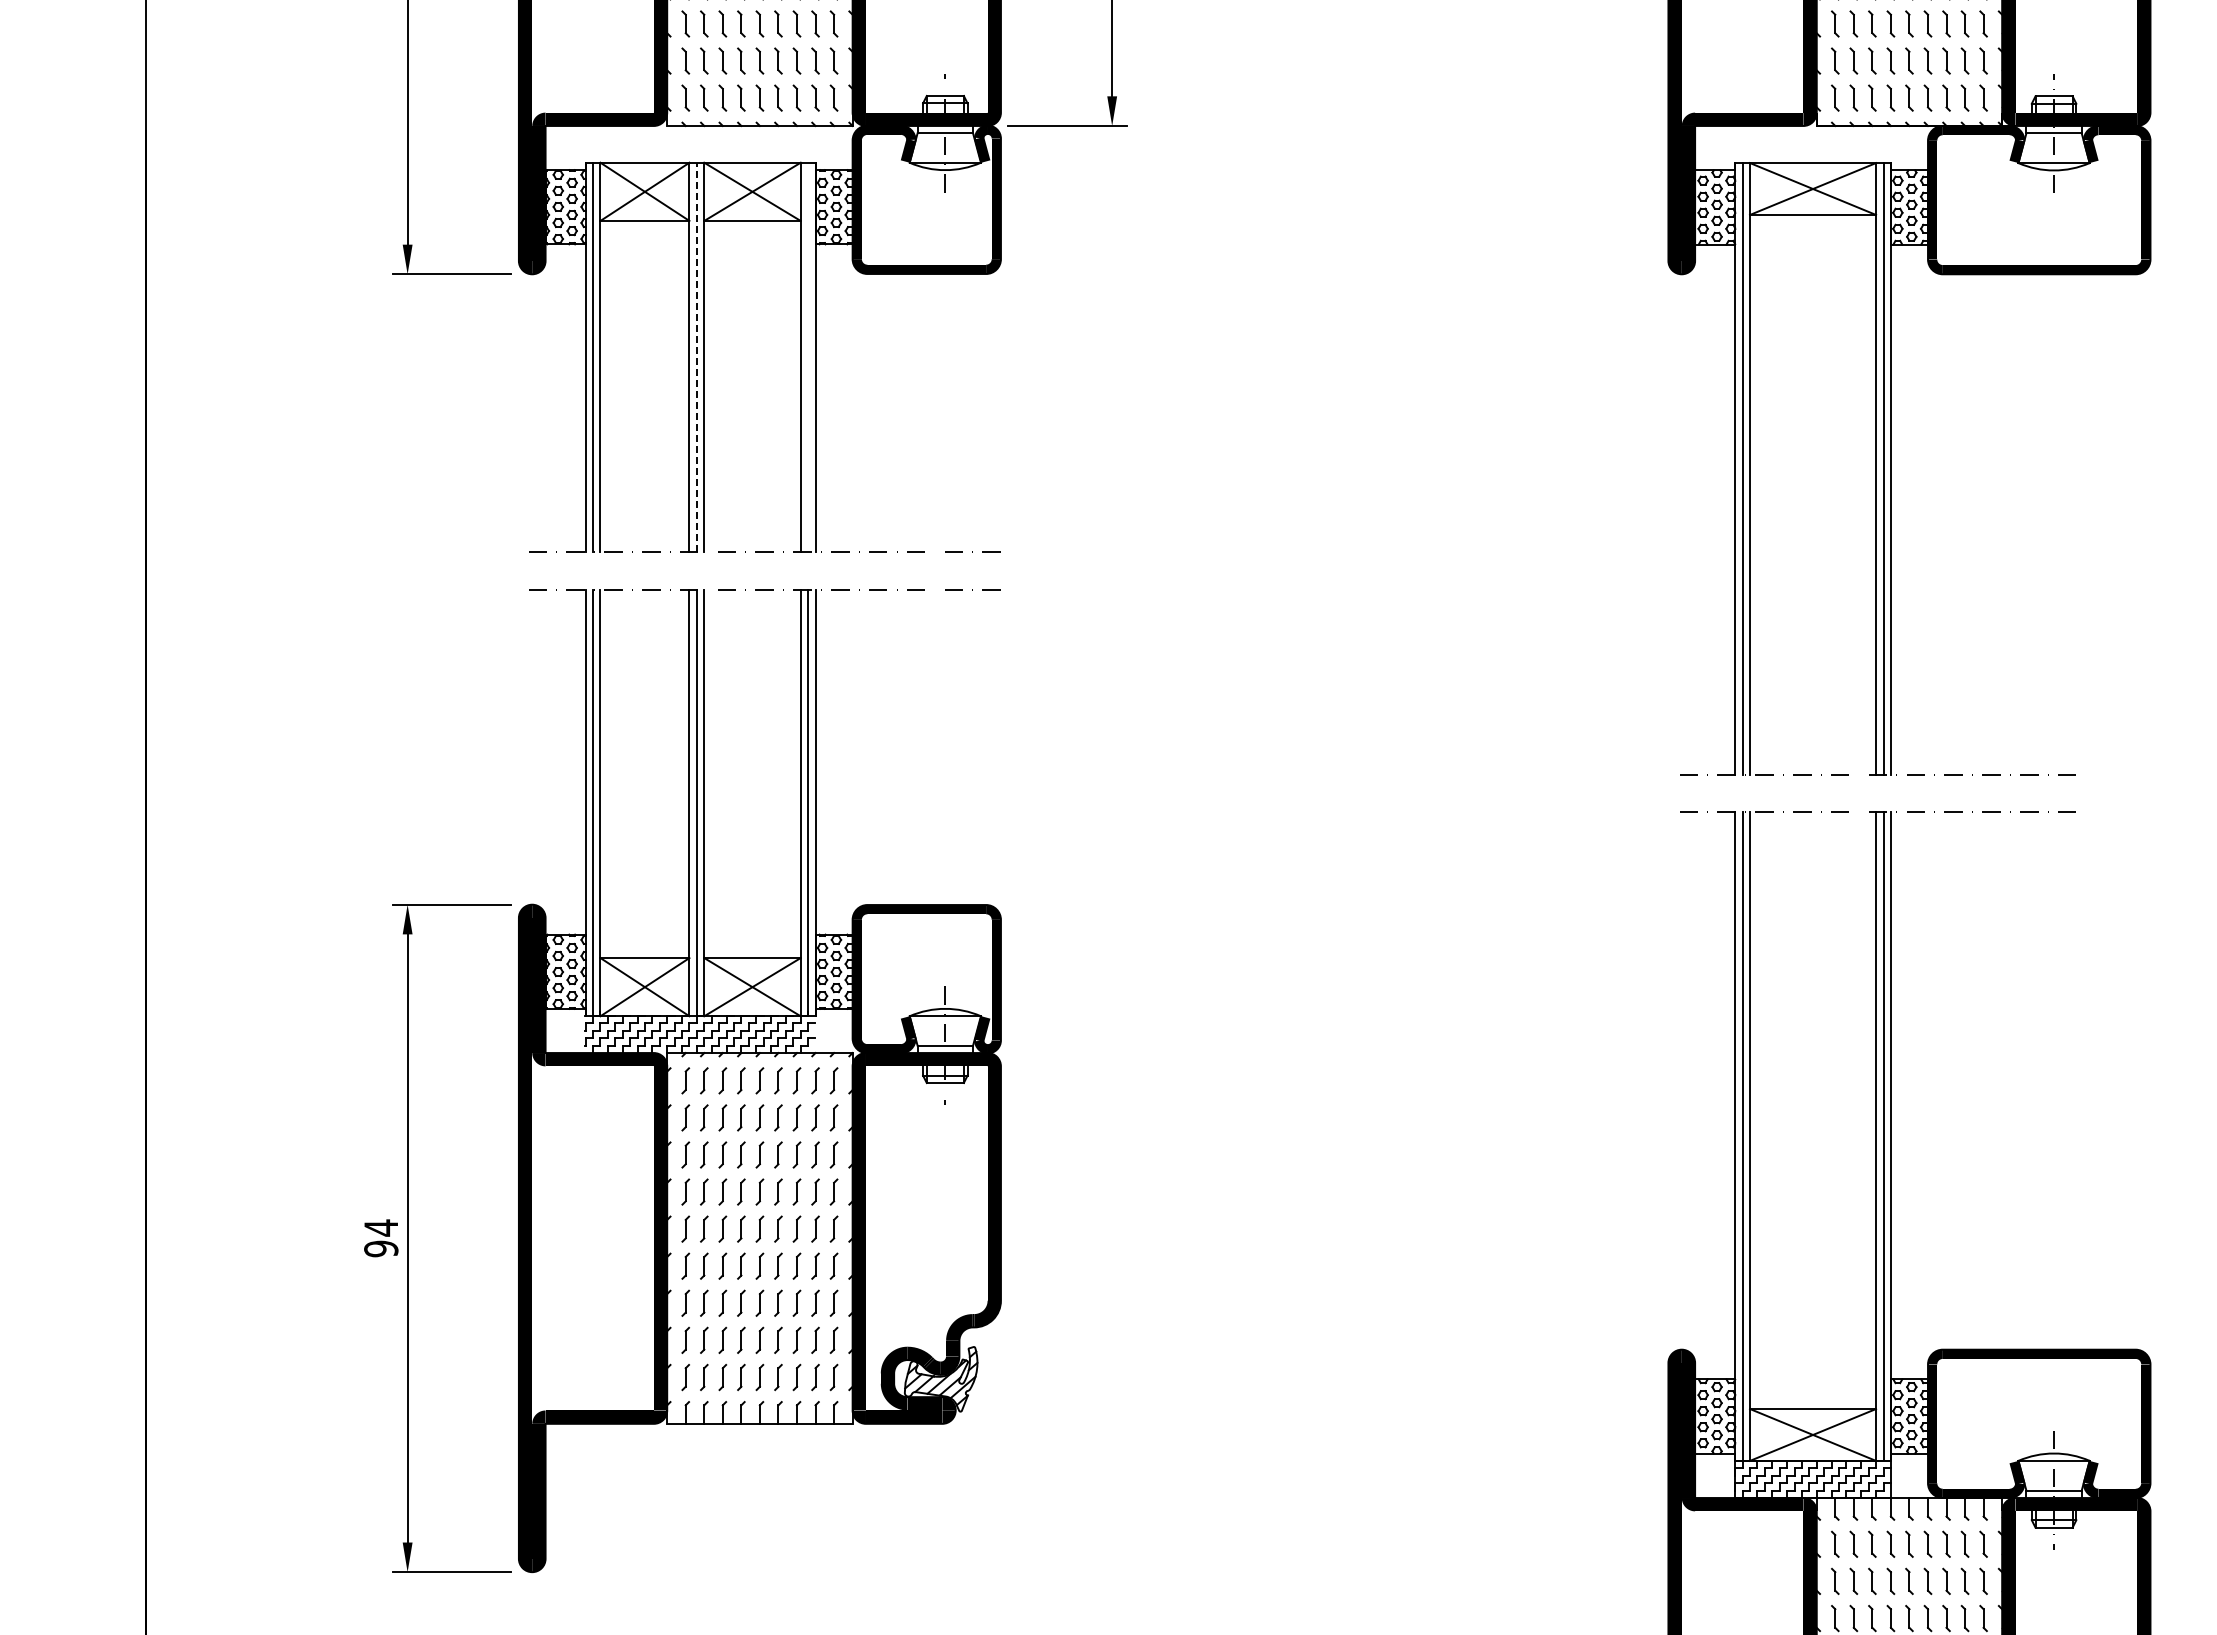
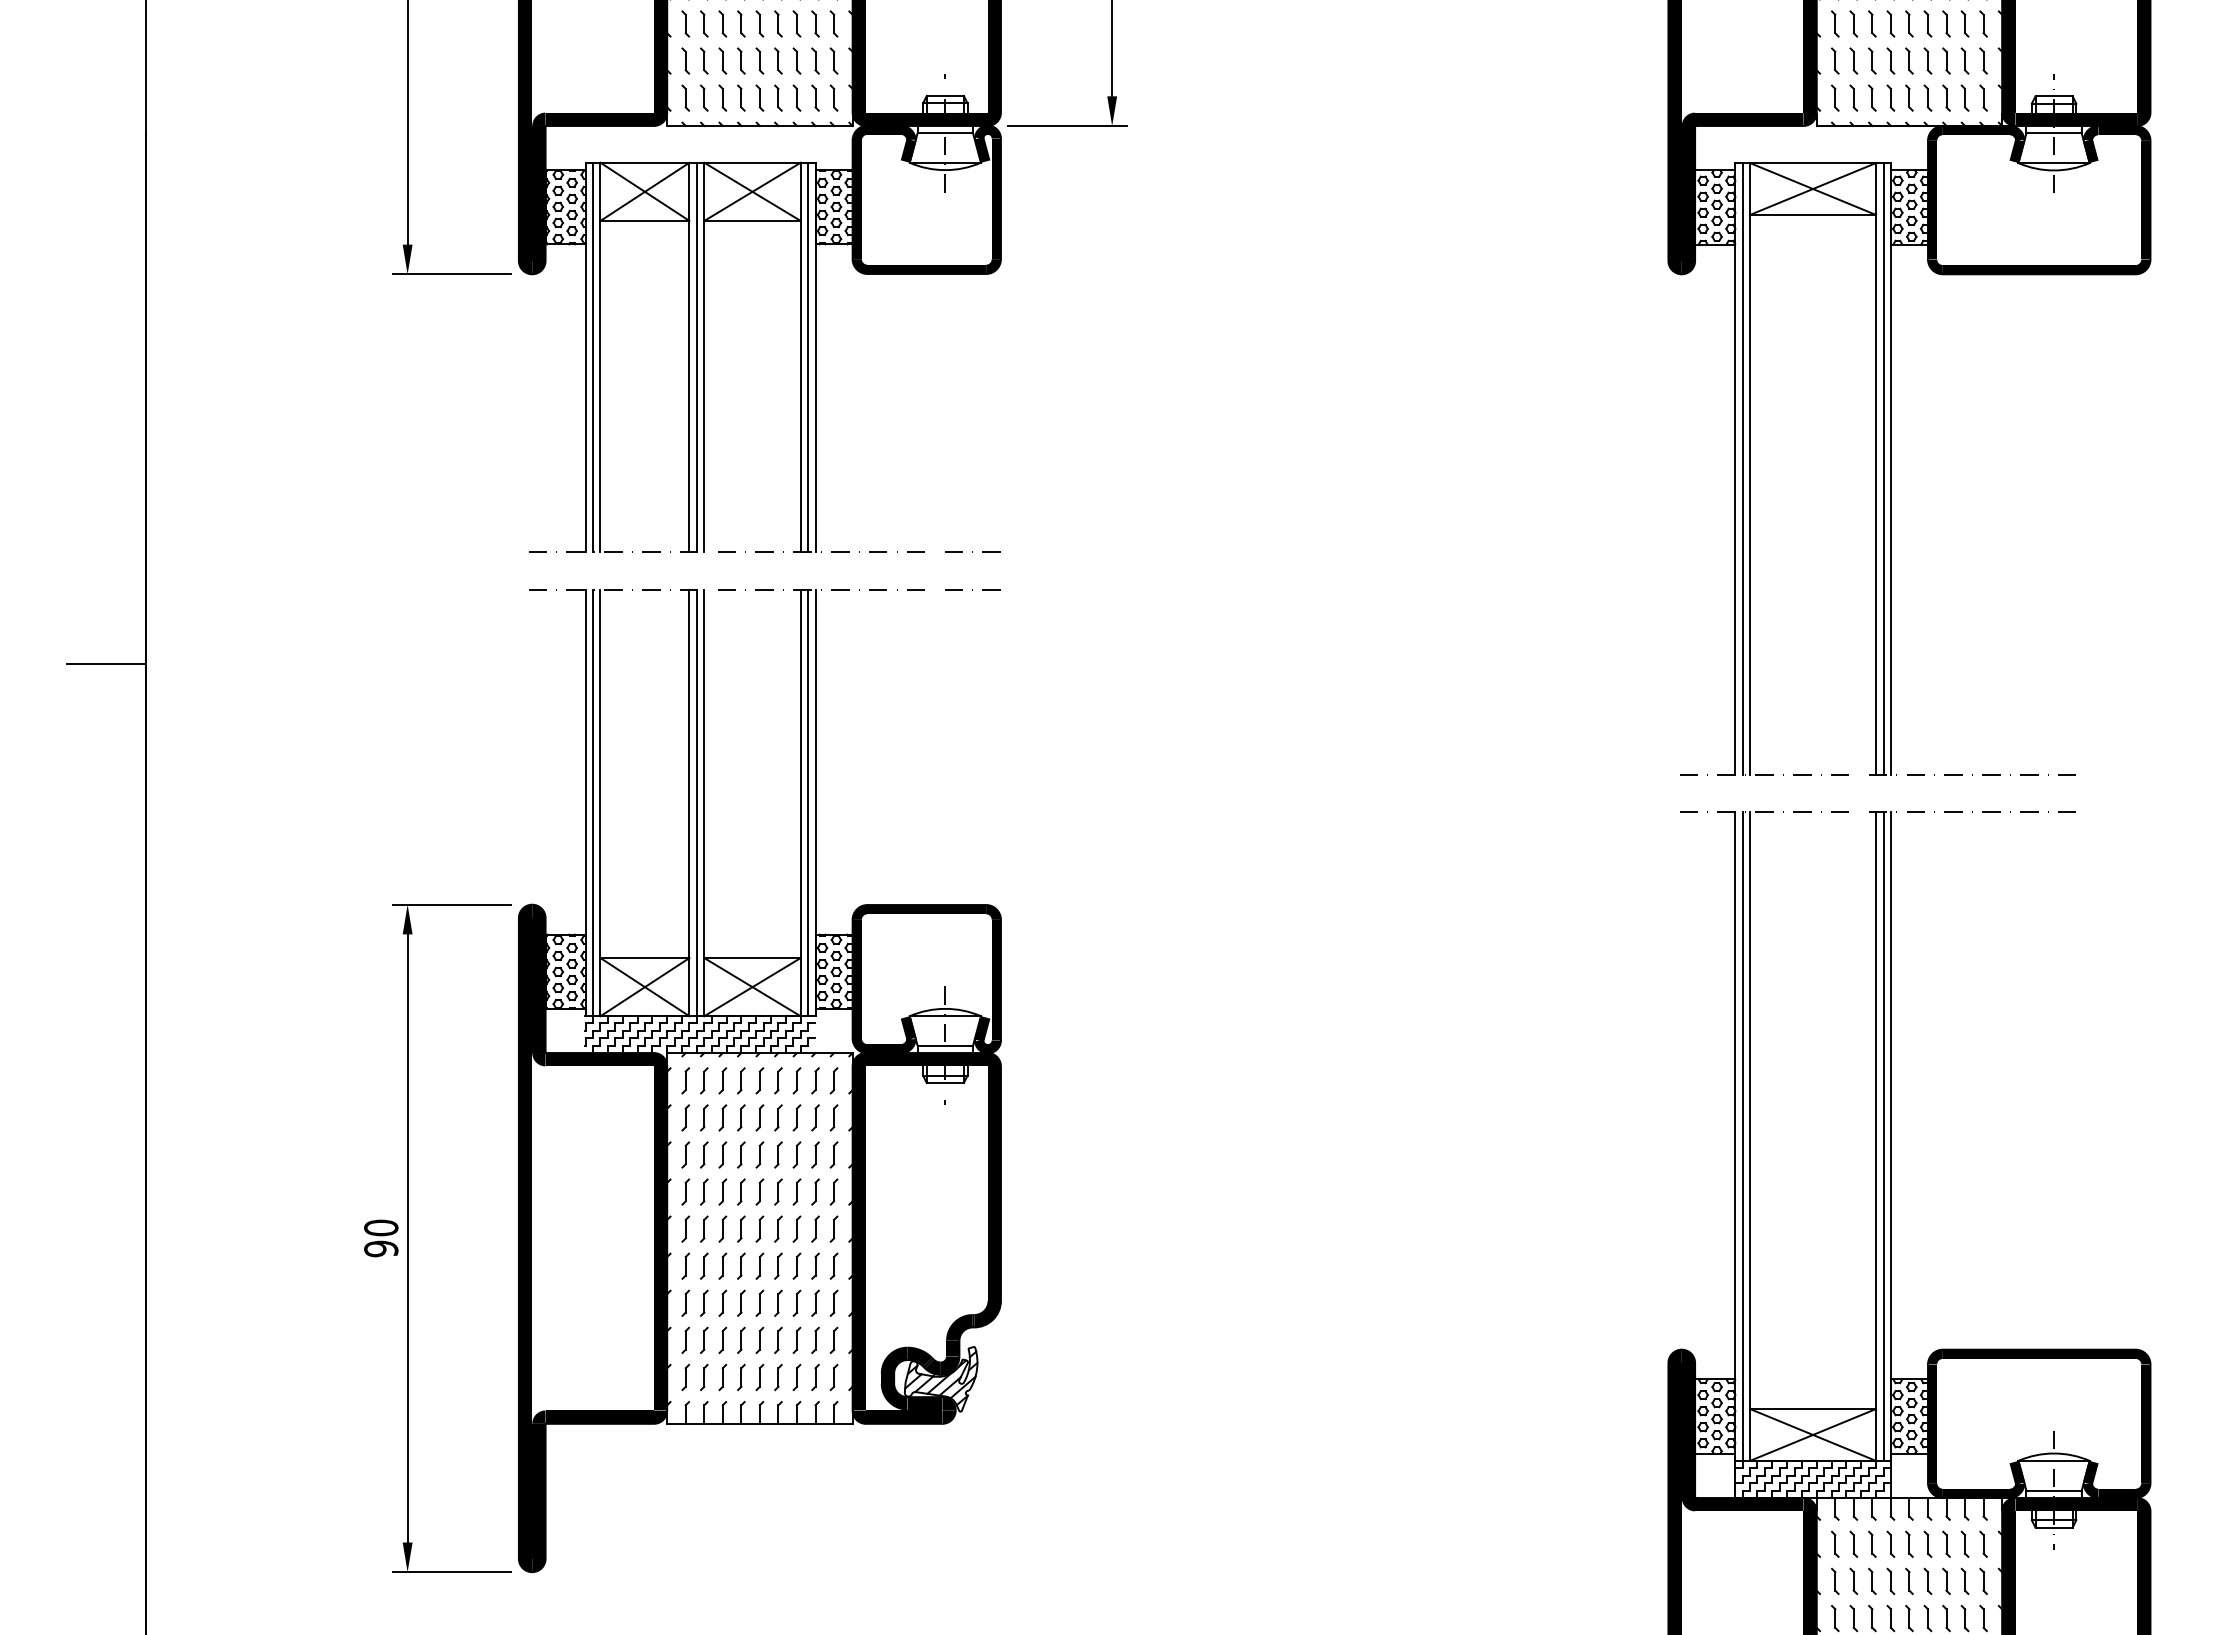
line at (696, 357): dashed -> solid
line at (808, 357): none -> present
line at (105, 663): none -> present
text at (381, 1227): 94 -> 90
